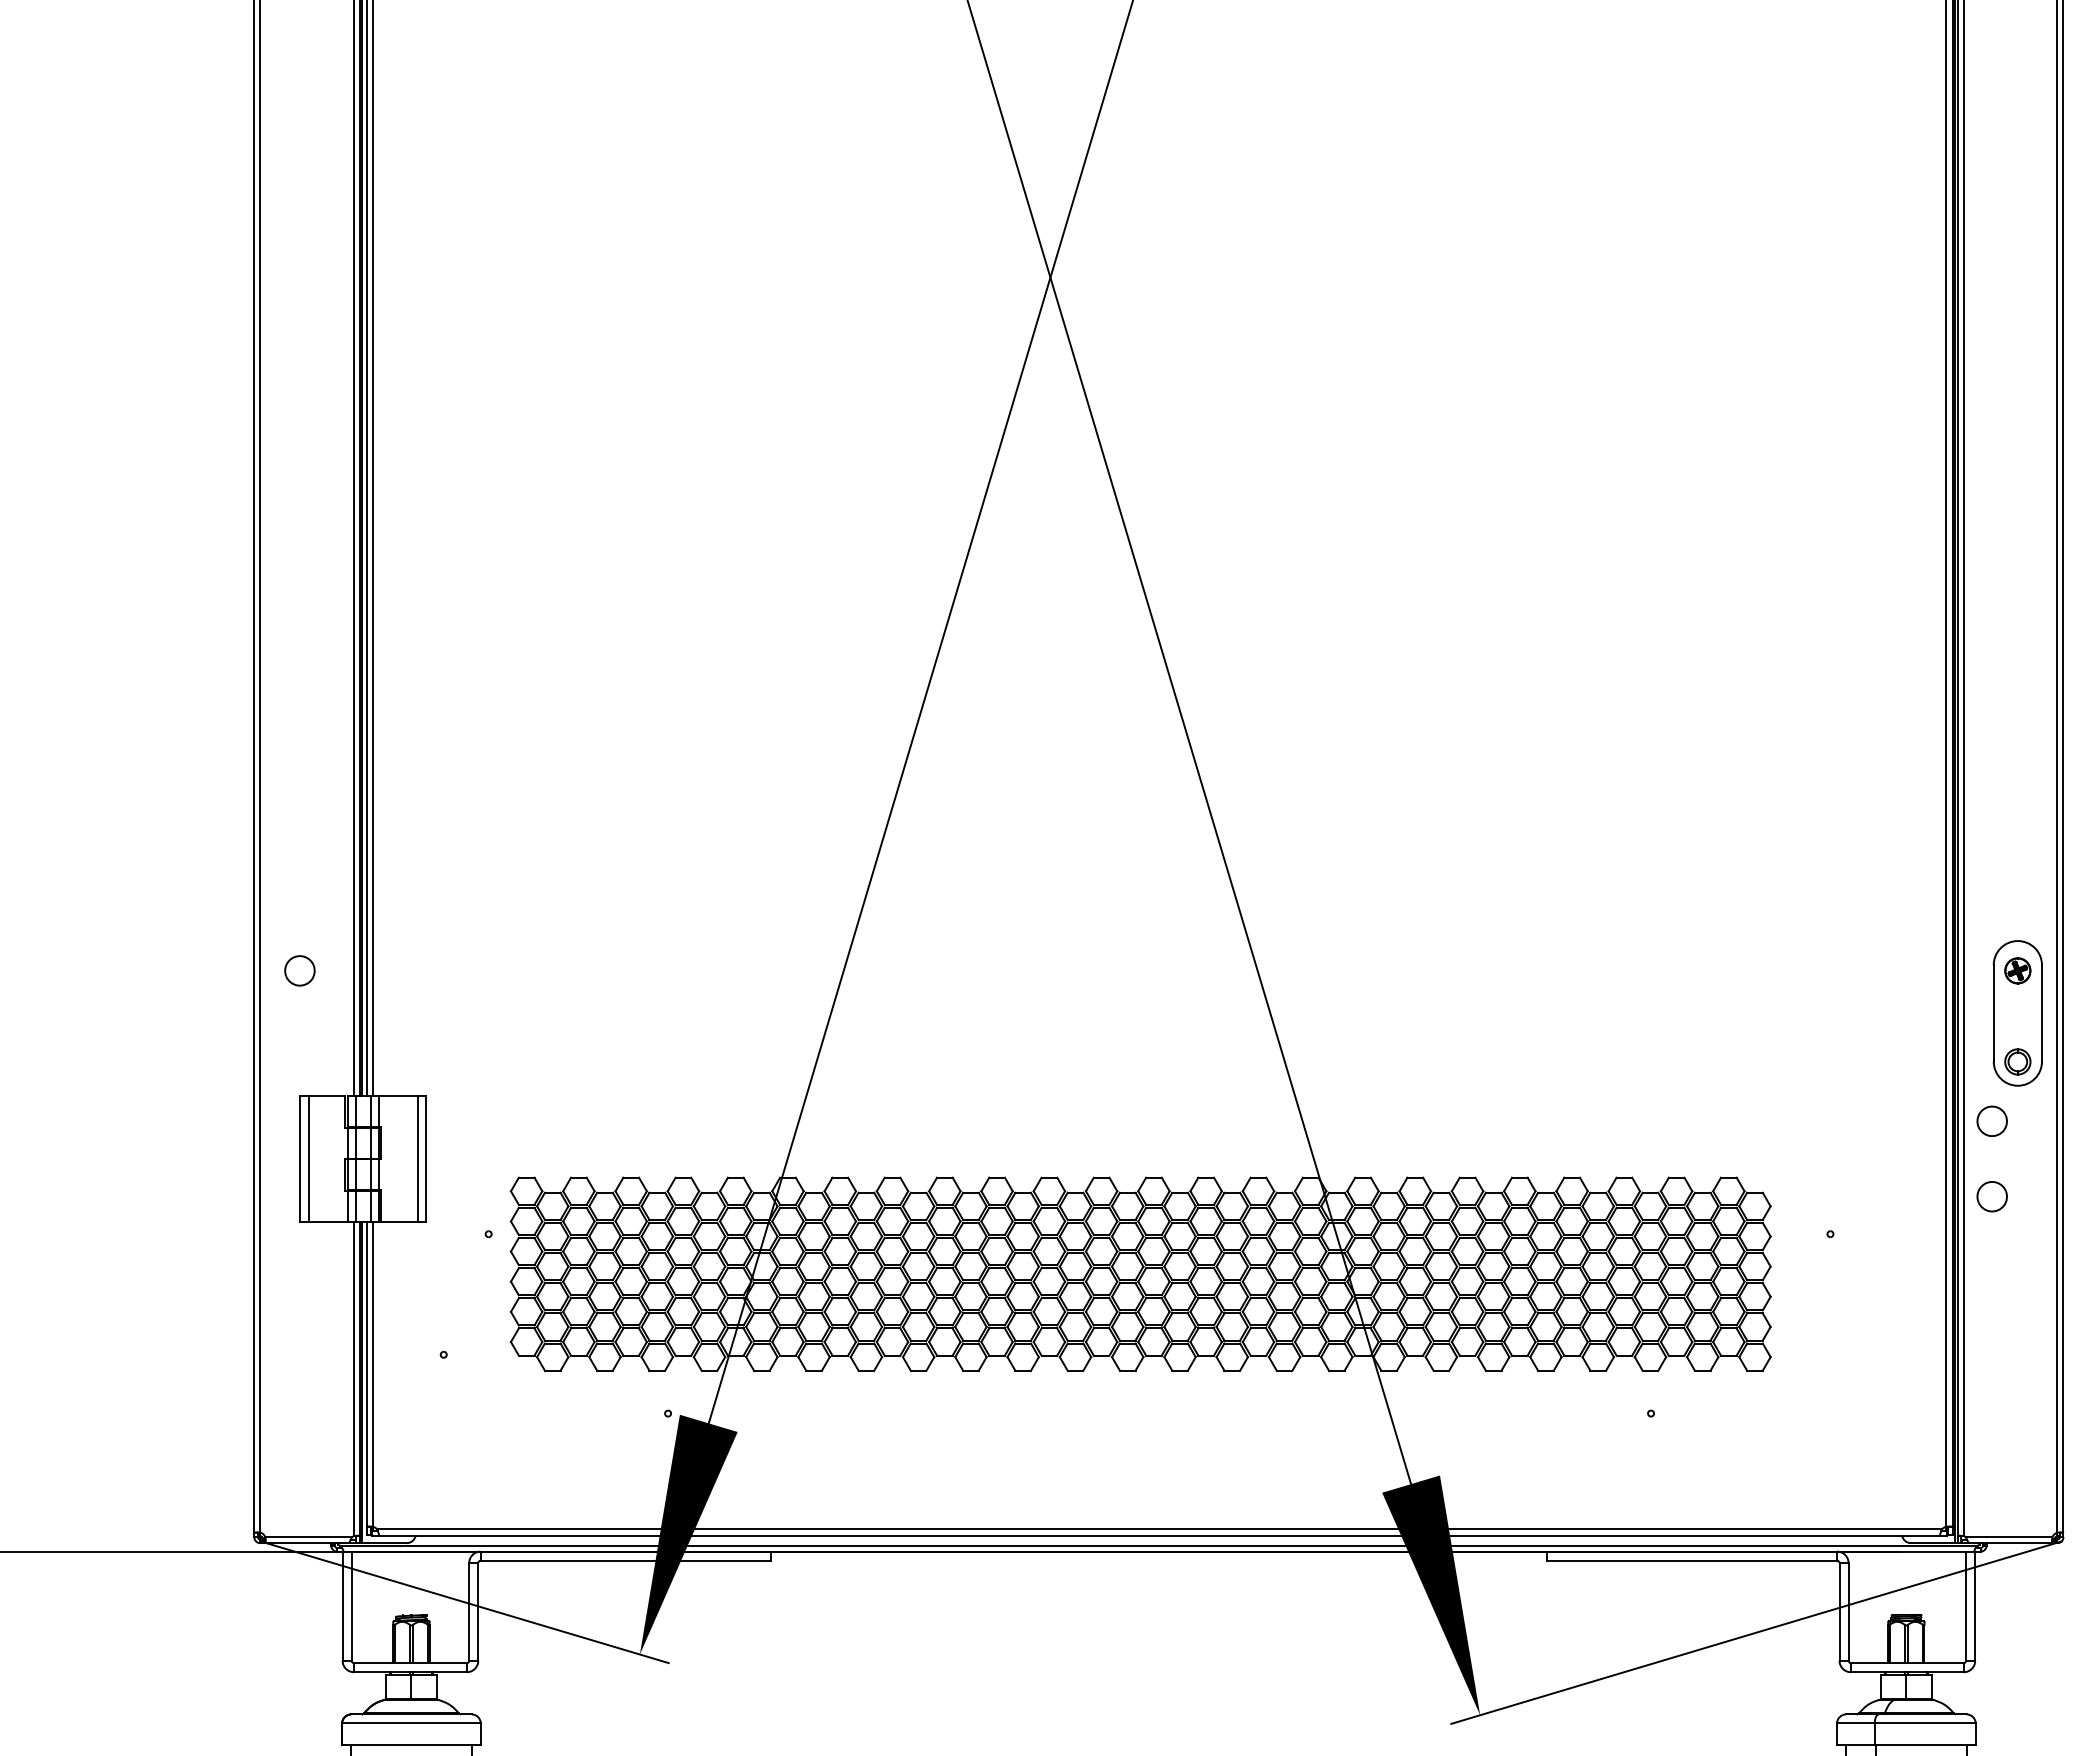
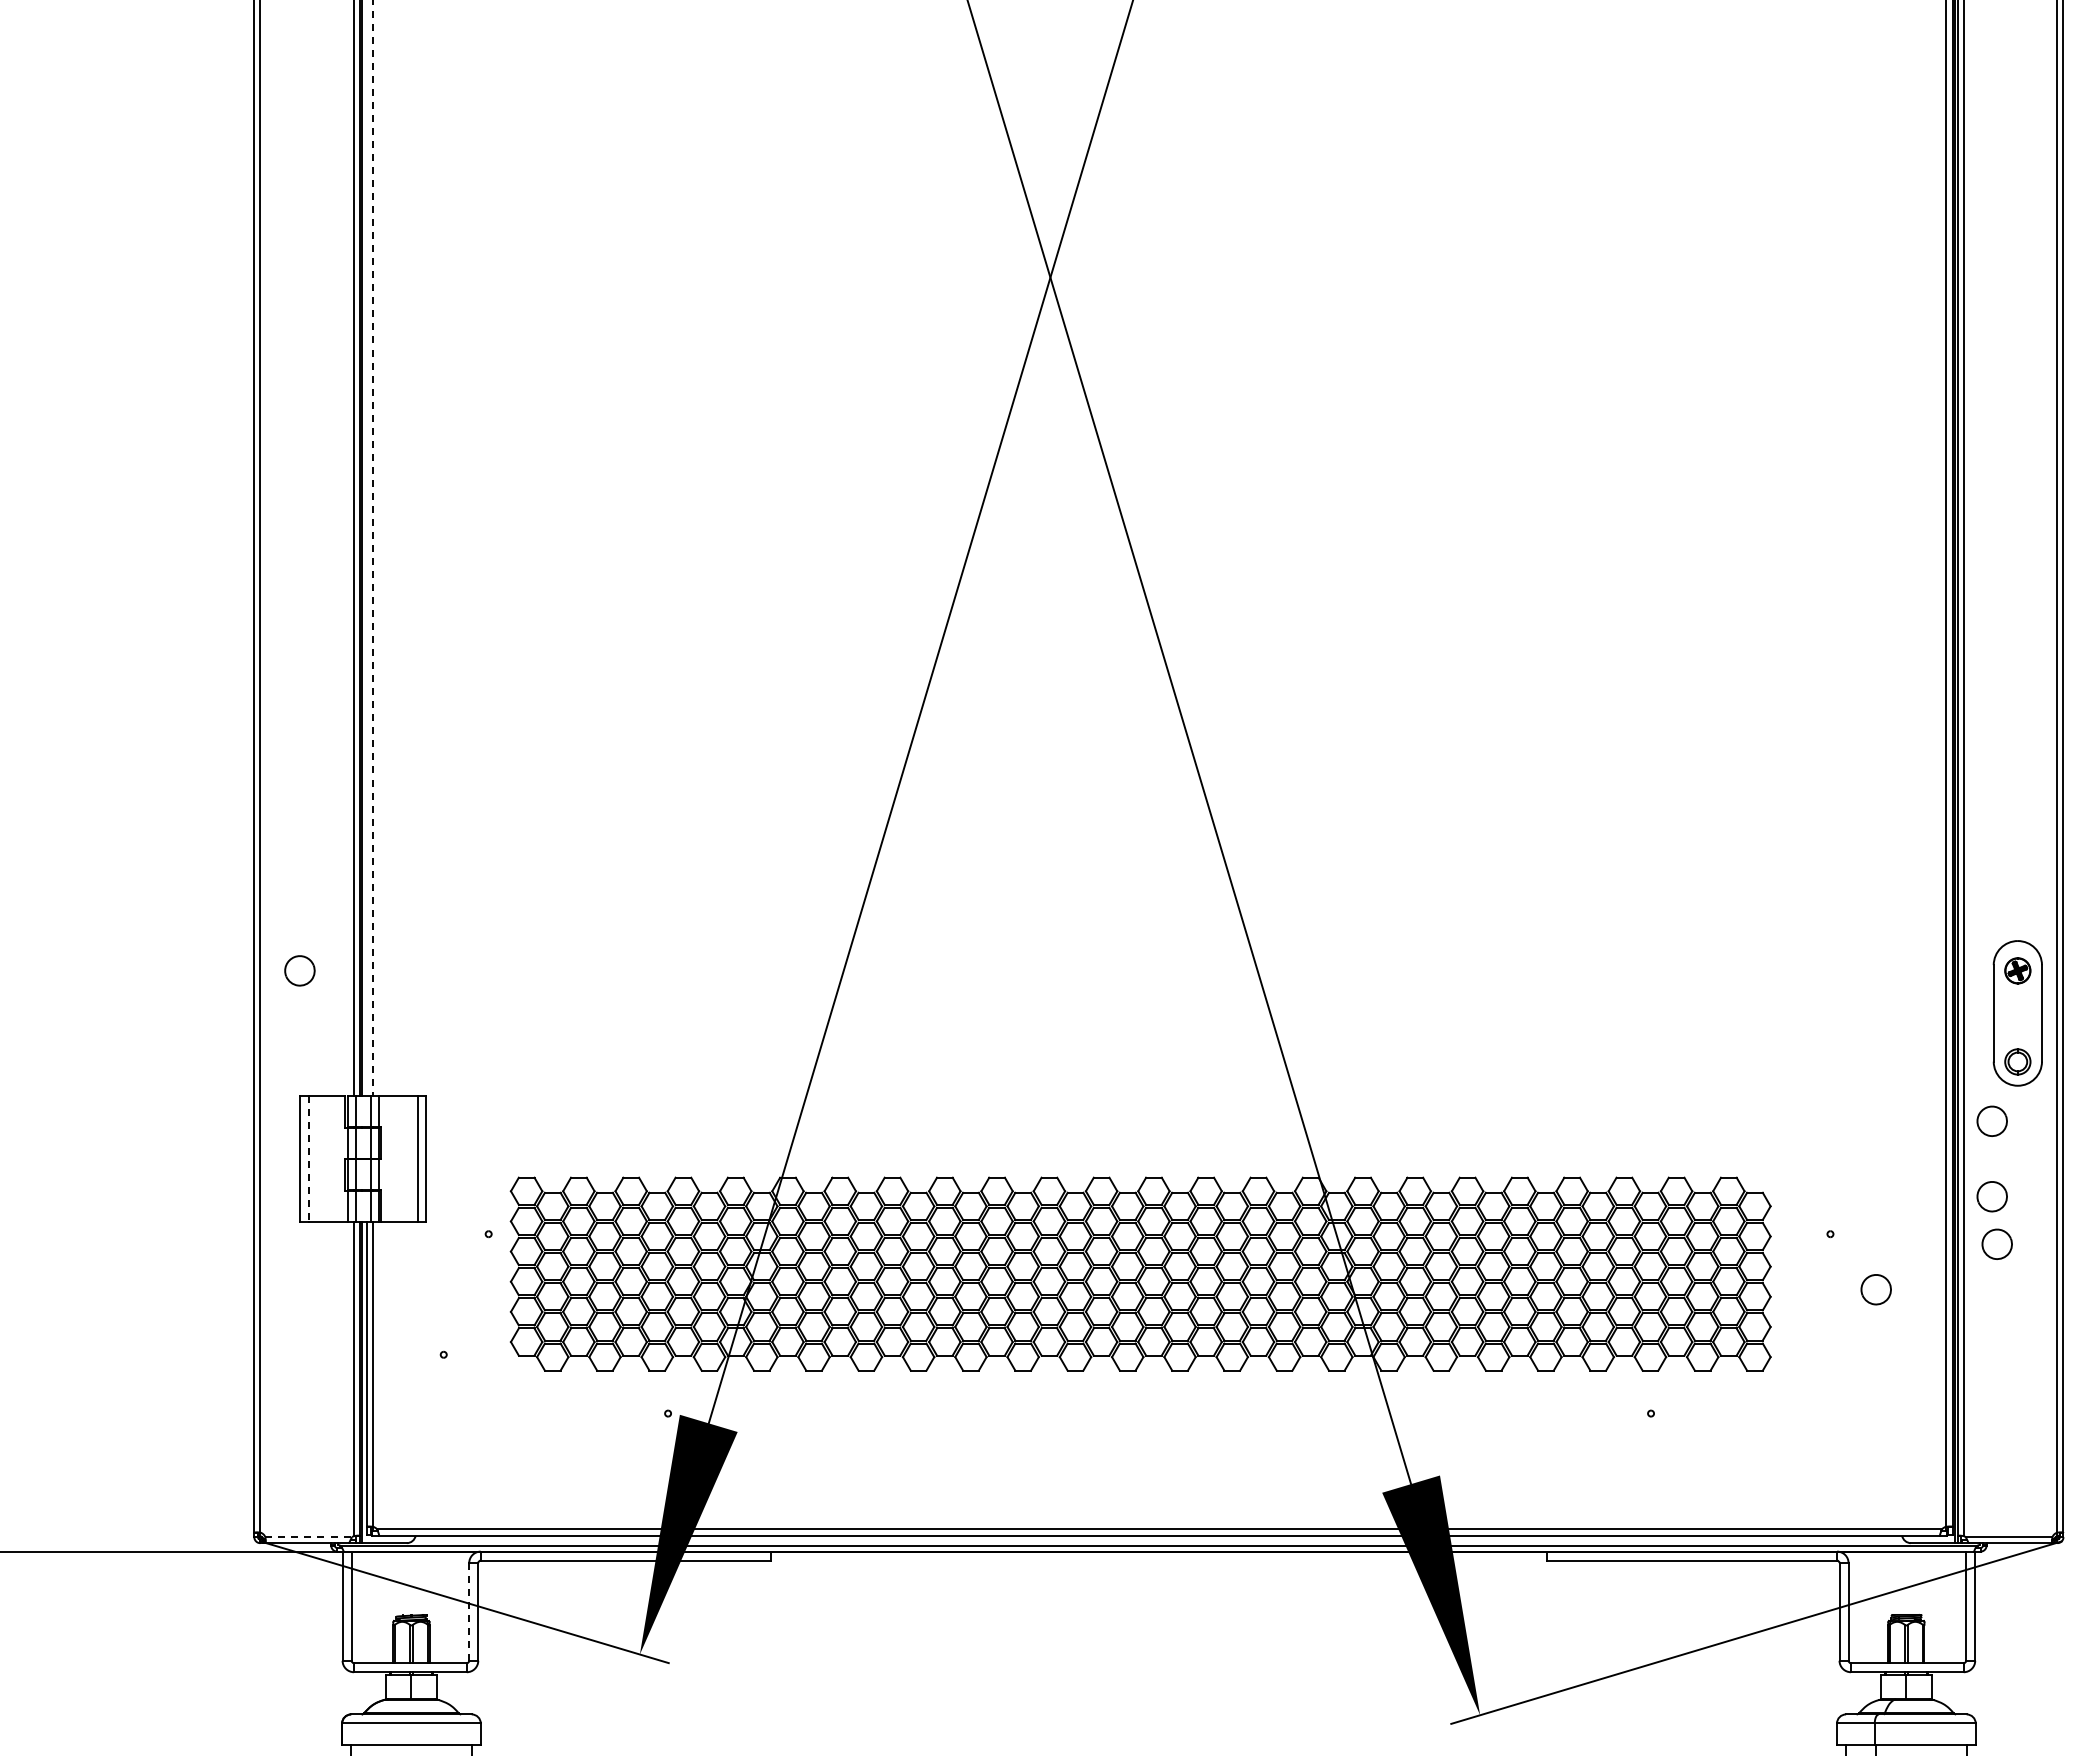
line at (373, 548): solid -> dashed
line at (366, 549): present -> none
line at (308, 1158): solid -> dashed
part at (1996, 1243): none -> present
part at (1875, 1289): none -> present
line at (309, 1537): solid -> dashed
line at (469, 1611): solid -> dashed
